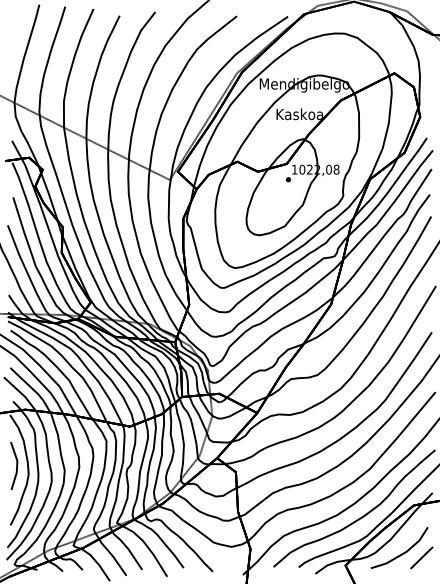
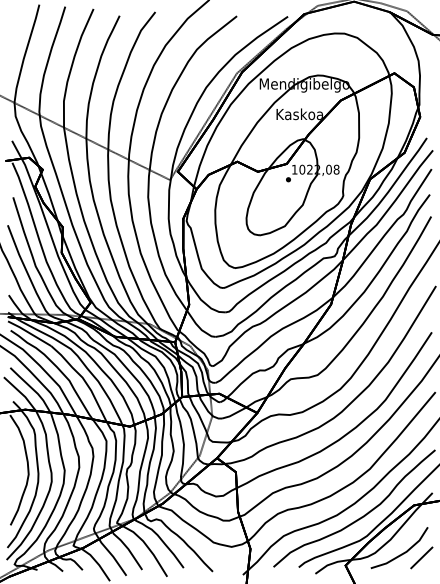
line at (16, 465): present -> none
